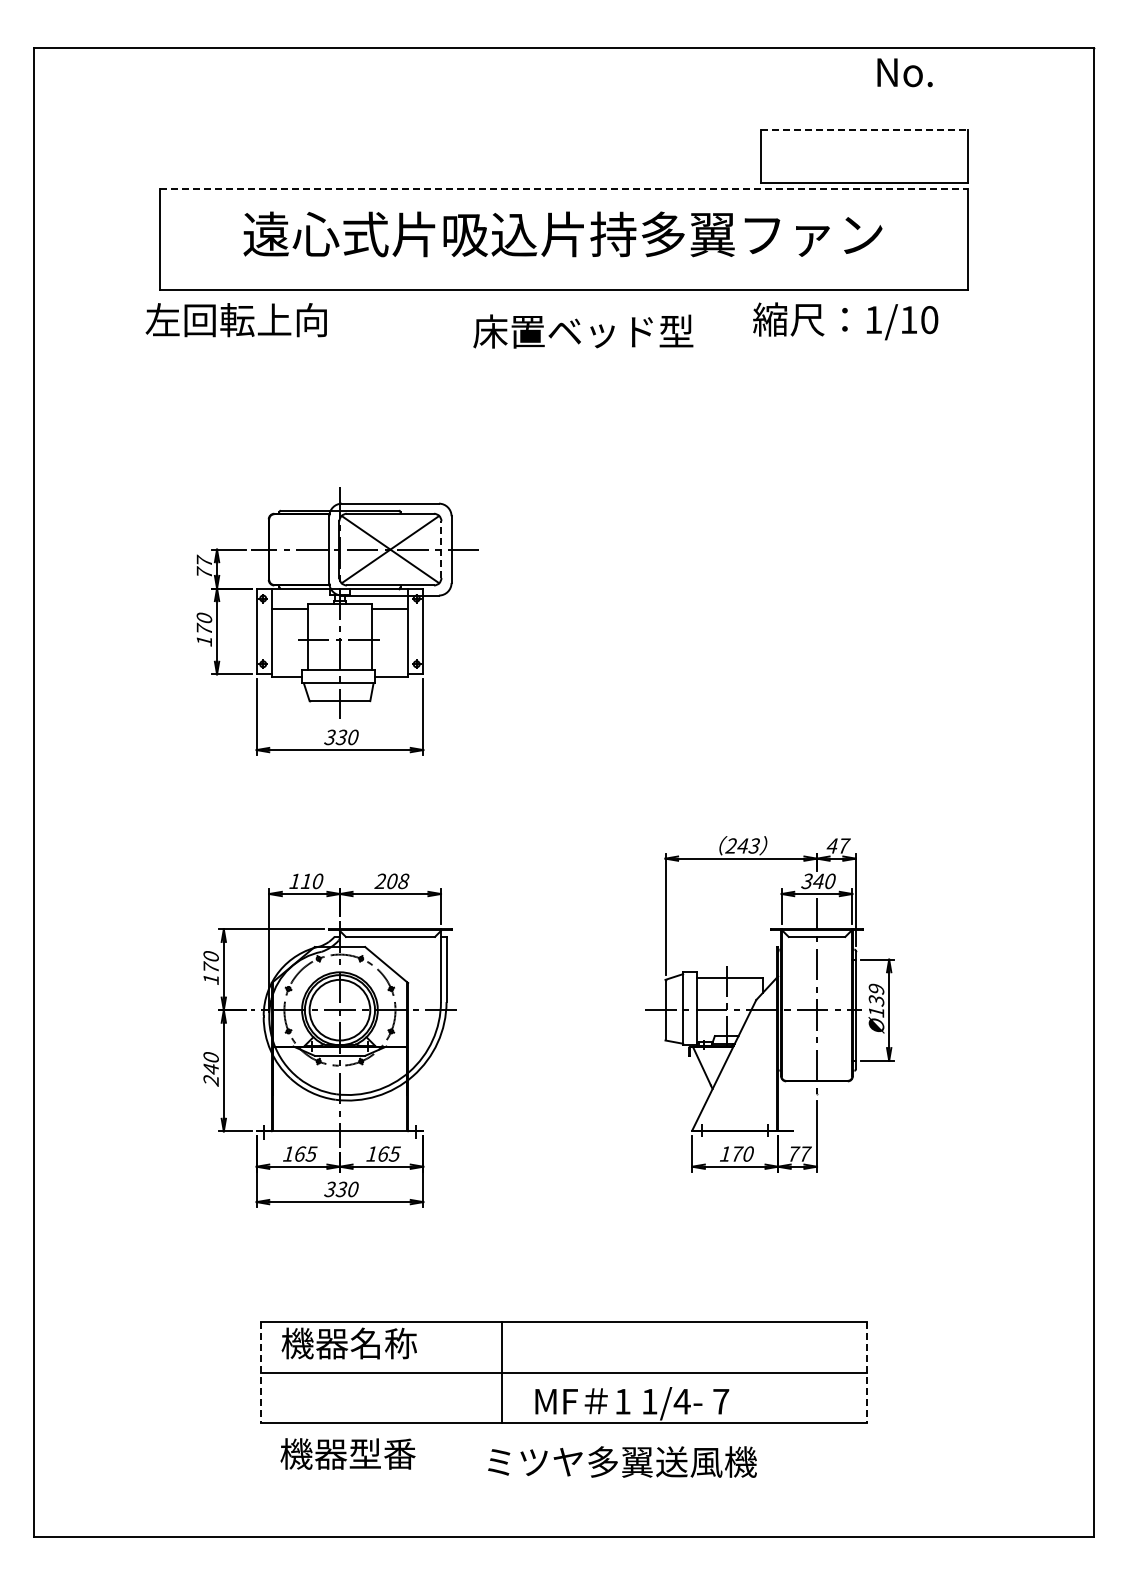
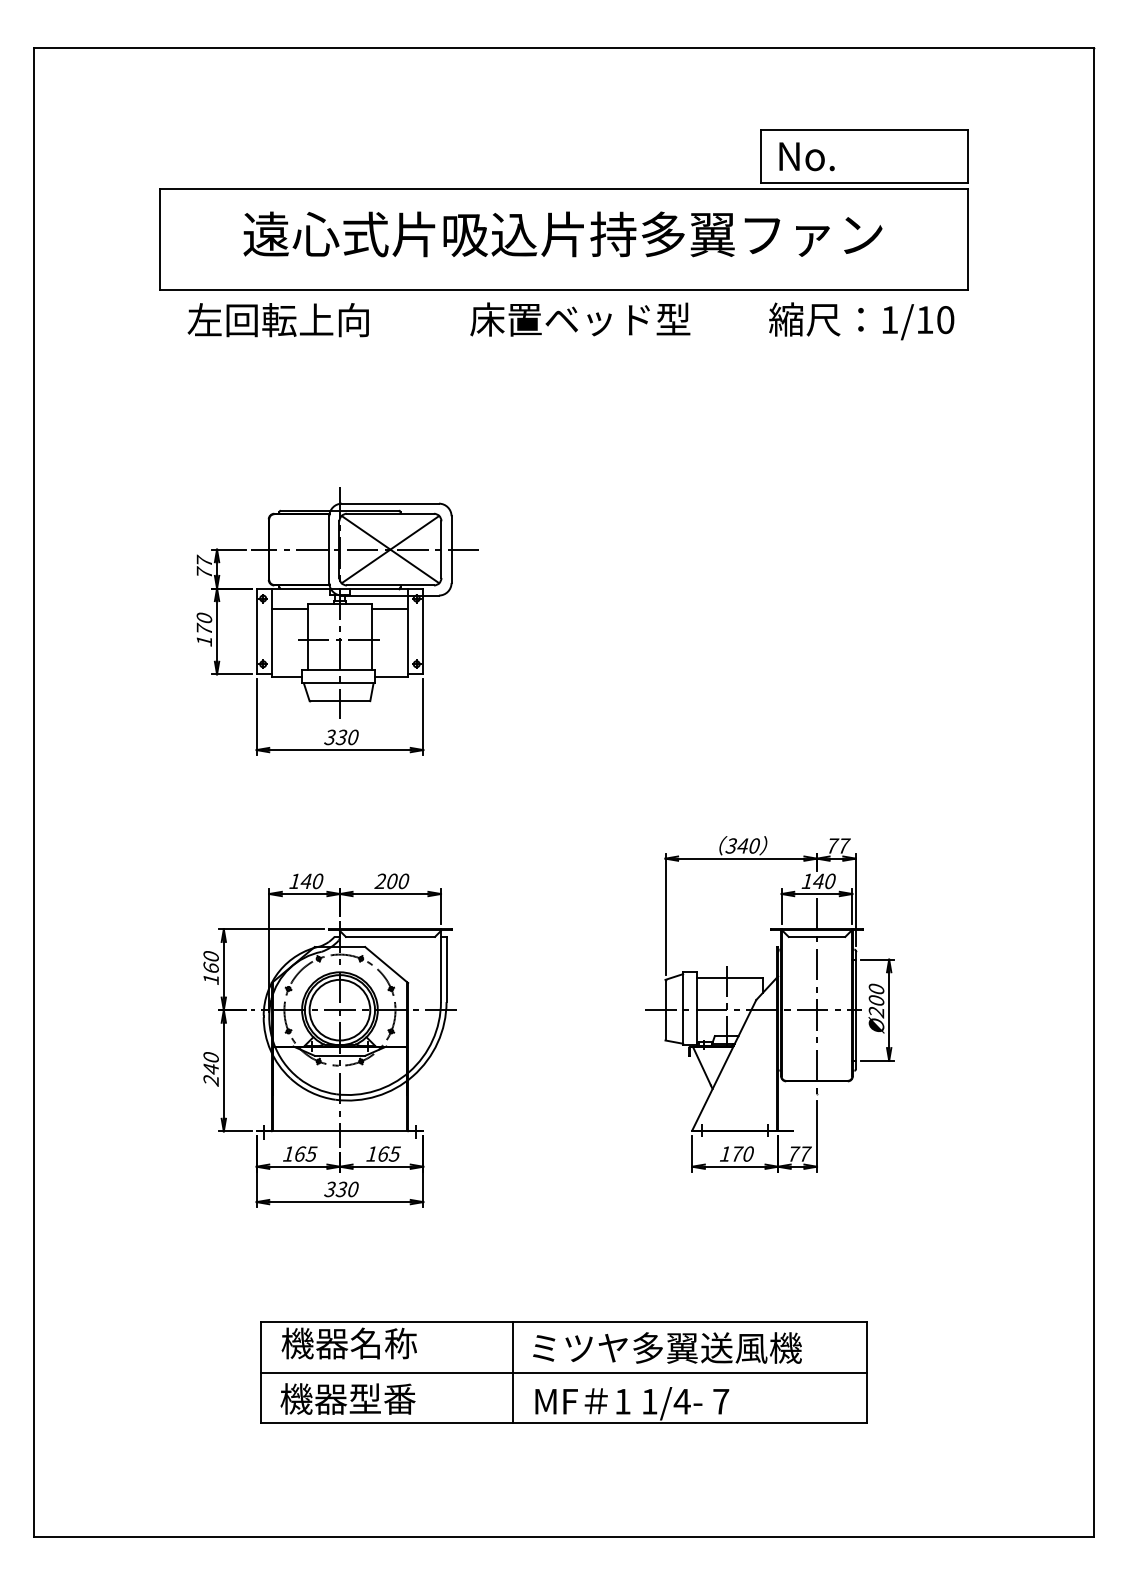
text at (904, 72) position: (904, 72) -> (806, 156)
line at (865, 130): dashed -> solid
line at (564, 189): dashed -> solid
text at (235, 320) position: (235, 320) -> (277, 320)
text at (845, 321) position: (845, 321) -> (861, 321)
text at (583, 331) position: (583, 331) -> (580, 319)
line at (441, 549): dashed -> solid
text at (742, 845): 243 -> 340
text at (832, 845): 47 -> 77
text at (305, 880): 110 -> 140
text at (403, 881): 208 -> 200
text at (806, 881): 340 -> 140
text at (210, 966): 170 -> 160
text at (876, 1000): Ø139 -> Ø200
line at (260, 1372): dashed -> solid
line at (502, 1372) position: (502, 1372) -> (513, 1372)
line at (867, 1372): dashed -> solid
text at (347, 1453) position: (347, 1453) -> (347, 1398)
text at (622, 1461) position: (622, 1461) -> (667, 1347)
